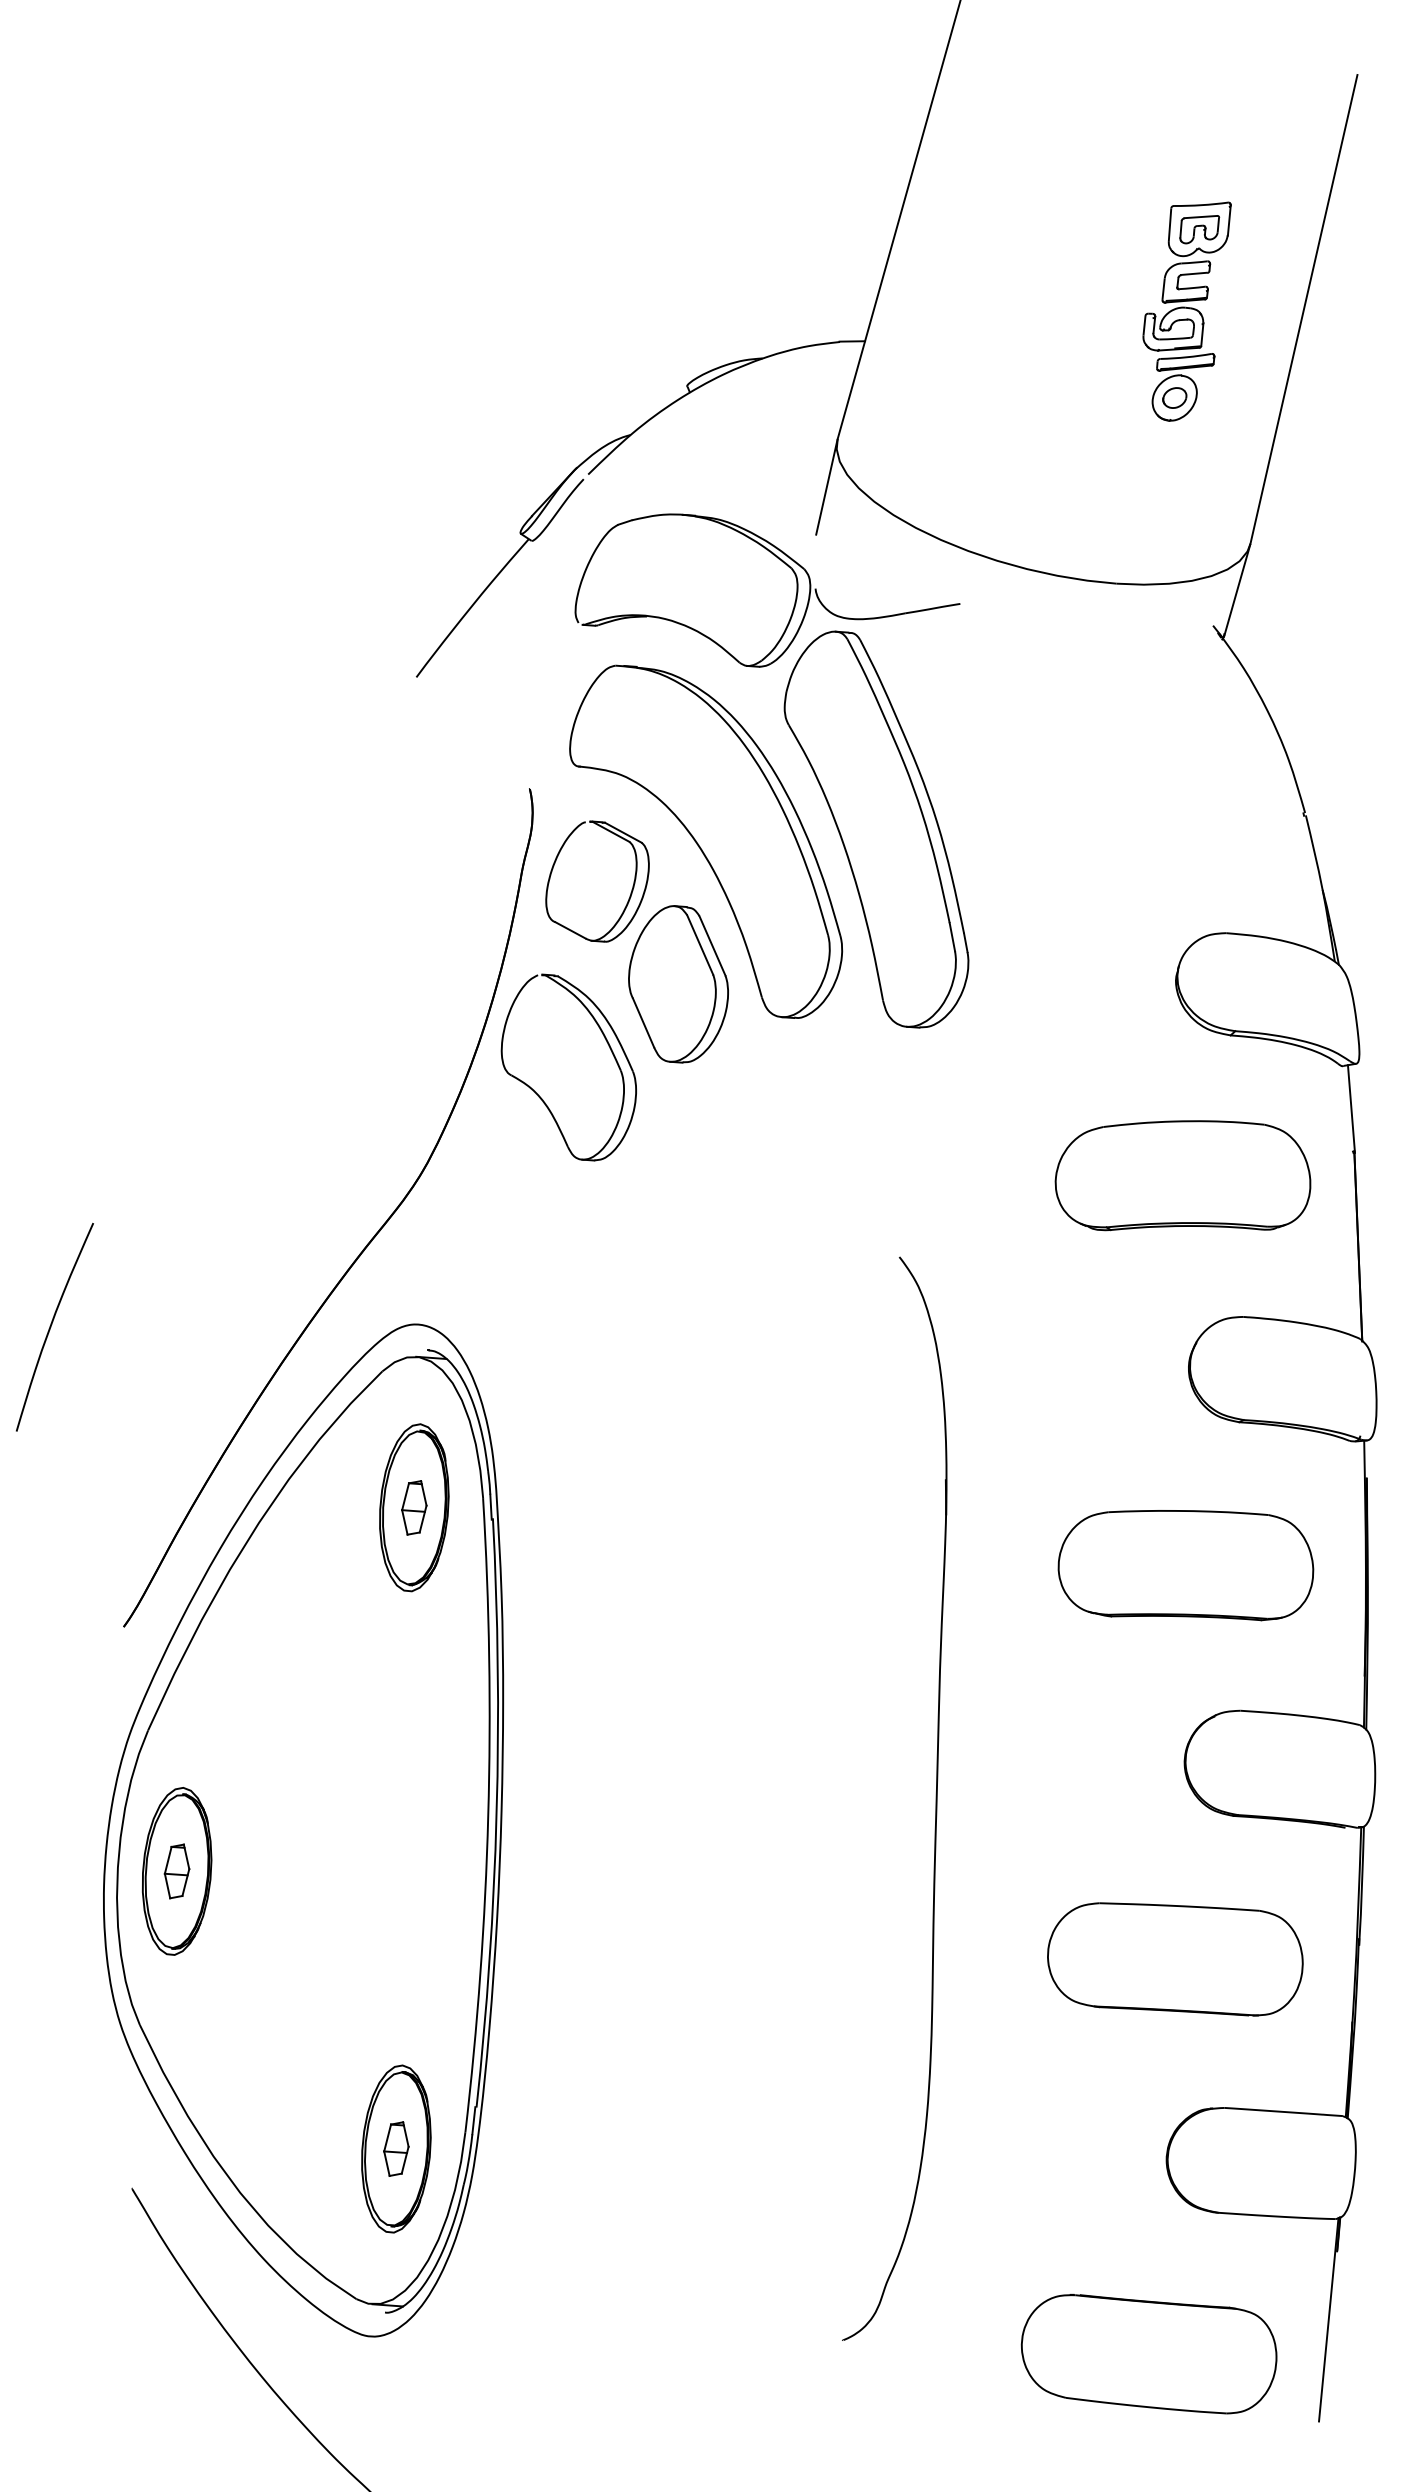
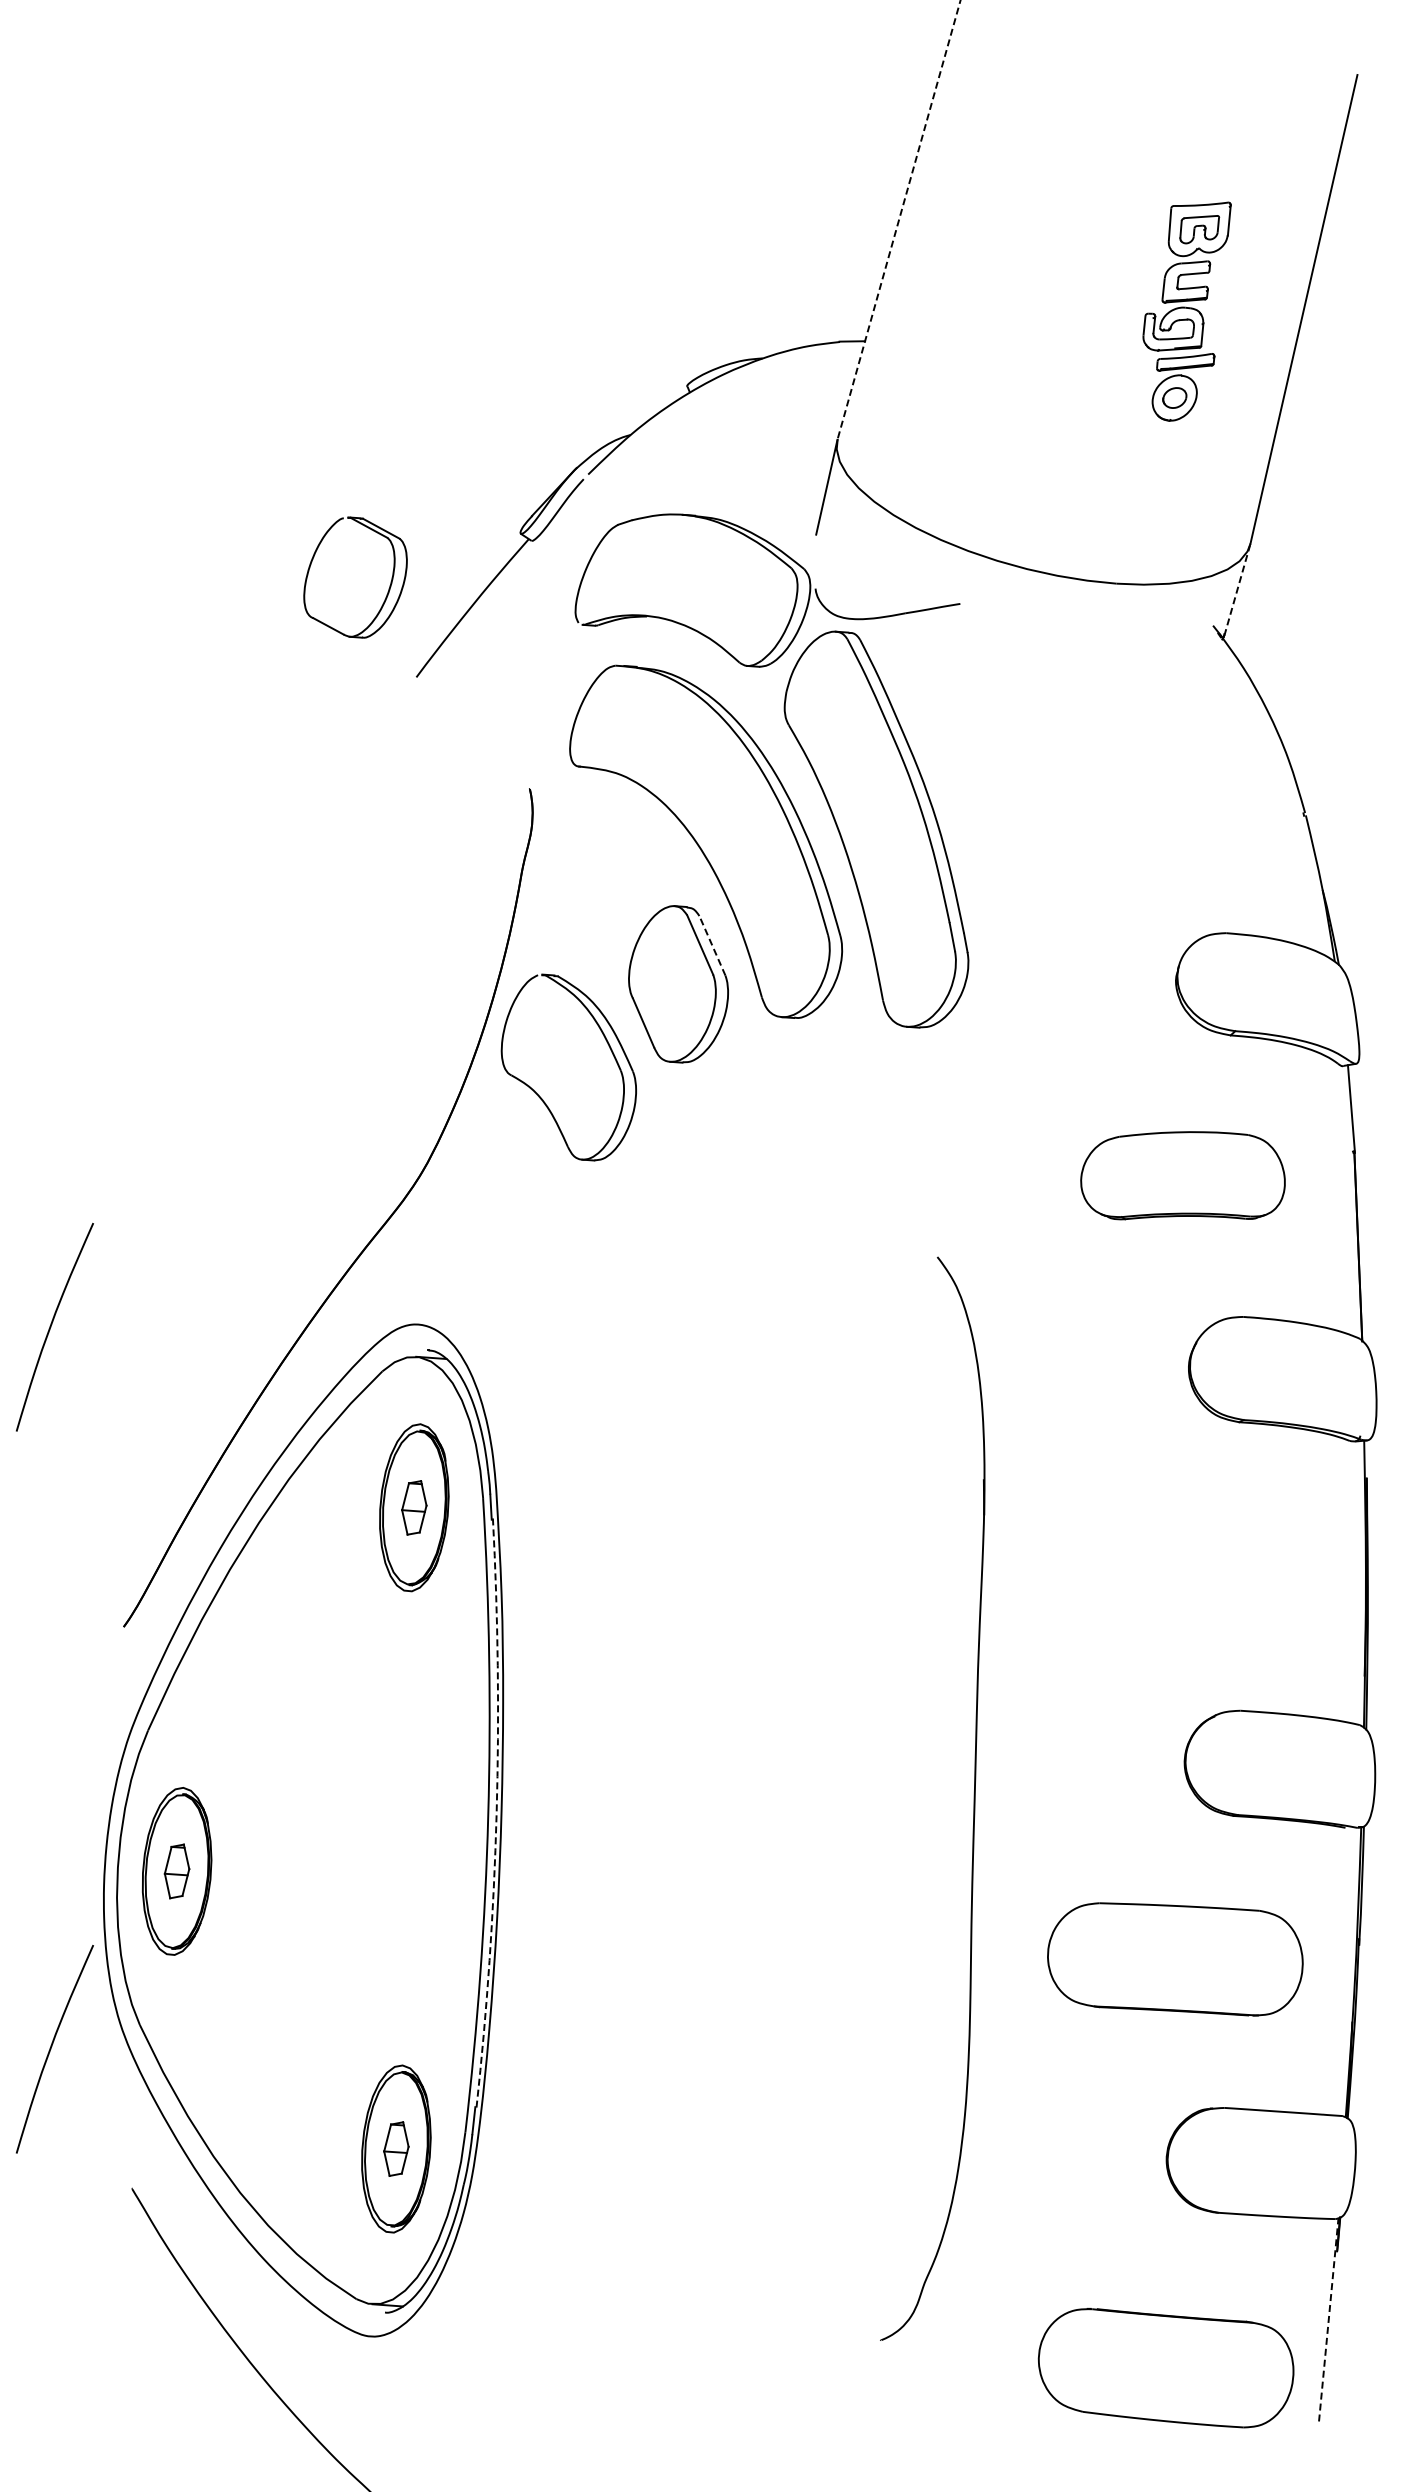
line at (899, 219): solid -> dashed
line at (1237, 590): solid -> dashed
part at (630, 892) position: (630, 892) -> (388, 588)
line at (712, 945): solid -> dashed
part at (1182, 1175) size: 258x112 px -> 206x90 px
part at (1185, 1565): present -> none
part at (935, 1798) position: (935, 1798) -> (973, 1798)
arc at (496, 1813): solid -> dashed
curve at (51, 2049): none -> present
line at (1328, 2319): solid -> dashed
part at (1148, 2354) position: (1148, 2354) -> (1165, 2368)
